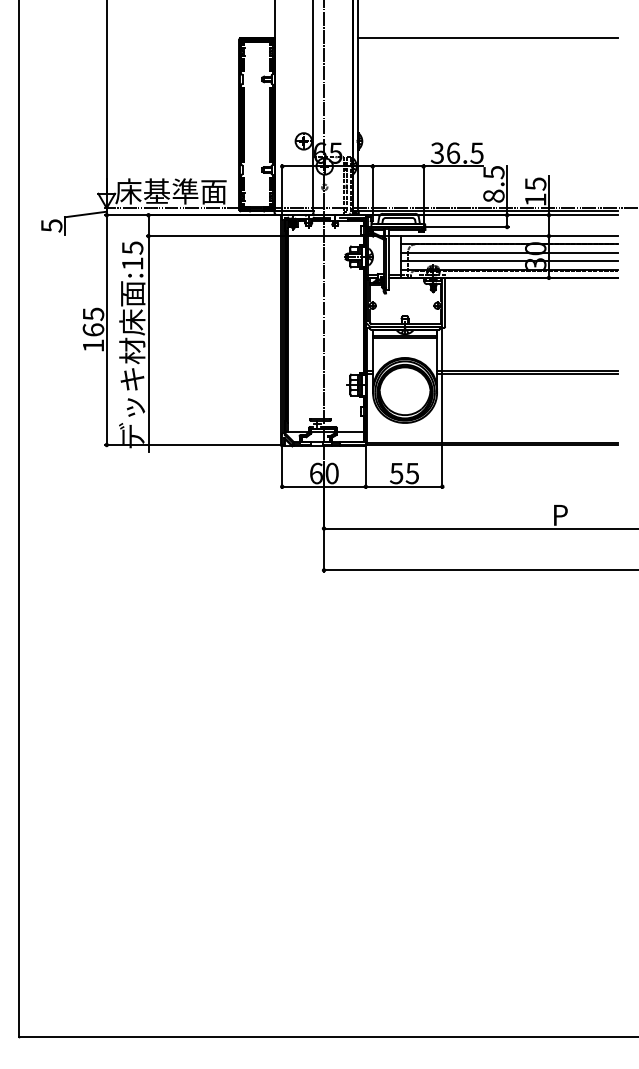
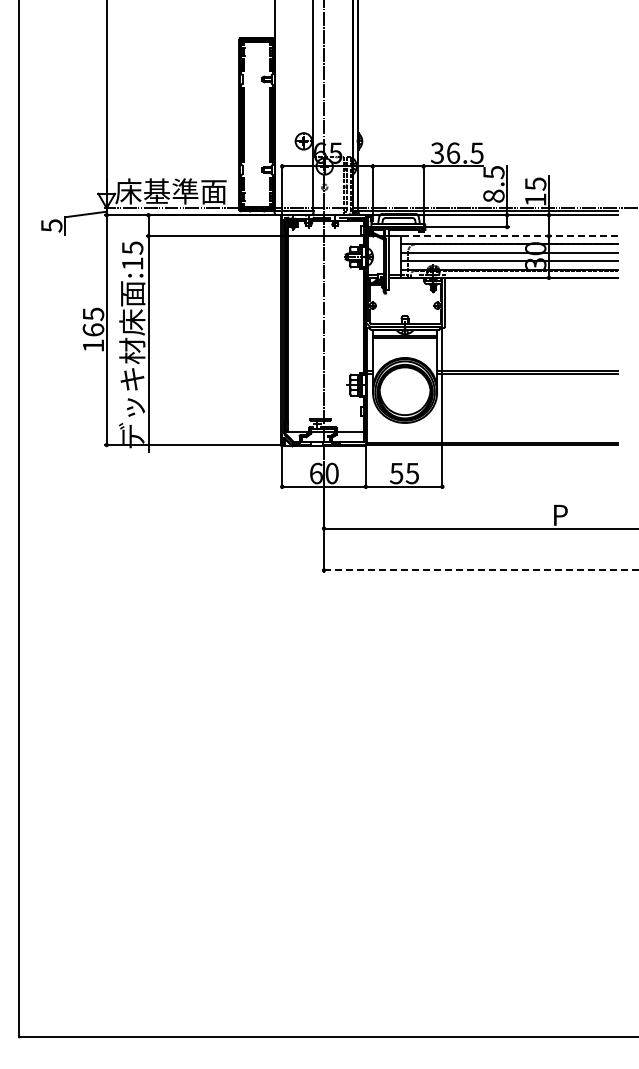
line at (487, 38): present -> none
line at (509, 236): solid -> dashed
line at (481, 570): solid -> dashed
